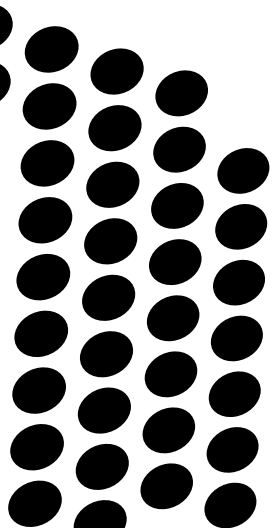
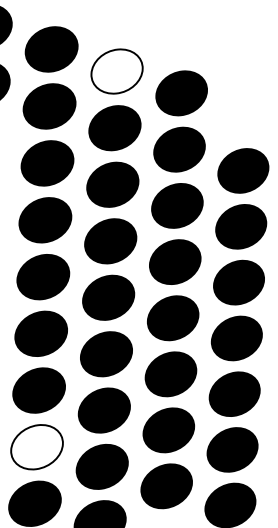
fill at (116, 71): present -> none
fill at (36, 447): present -> none
